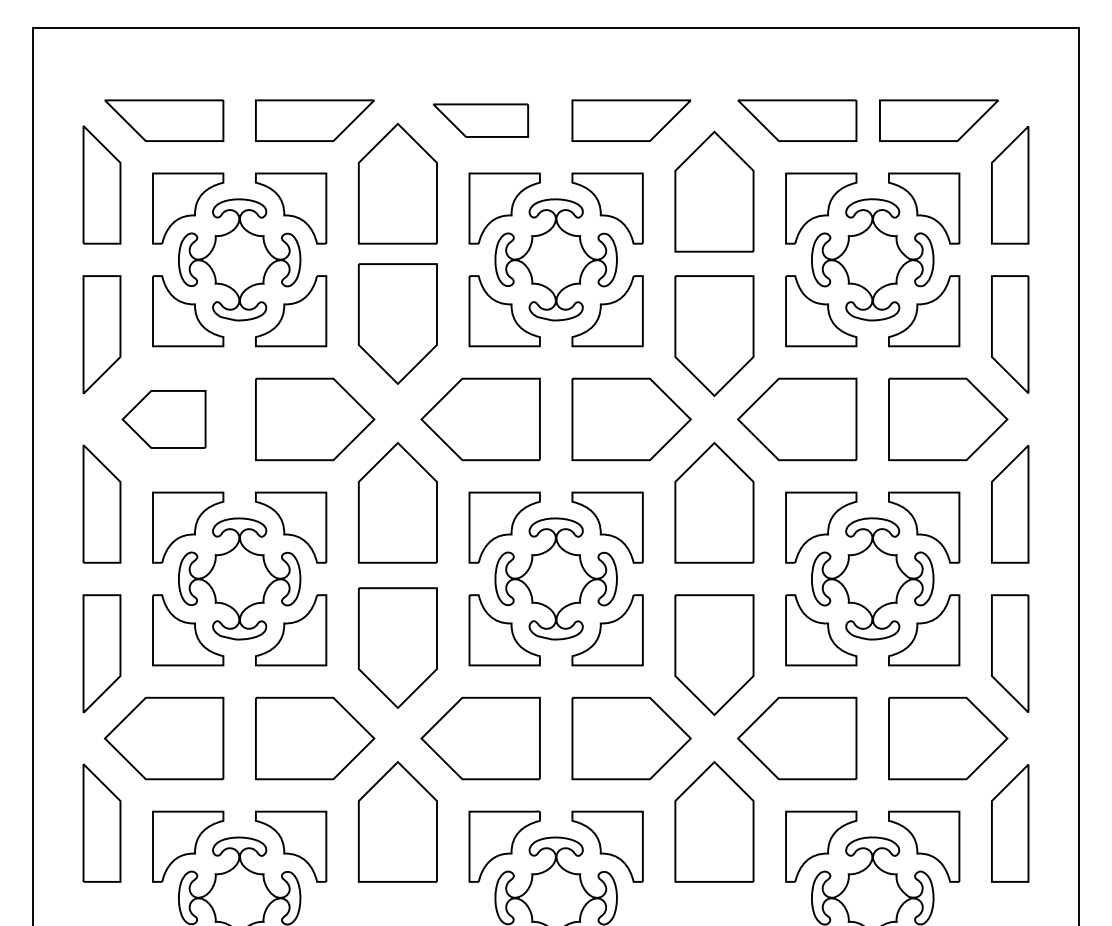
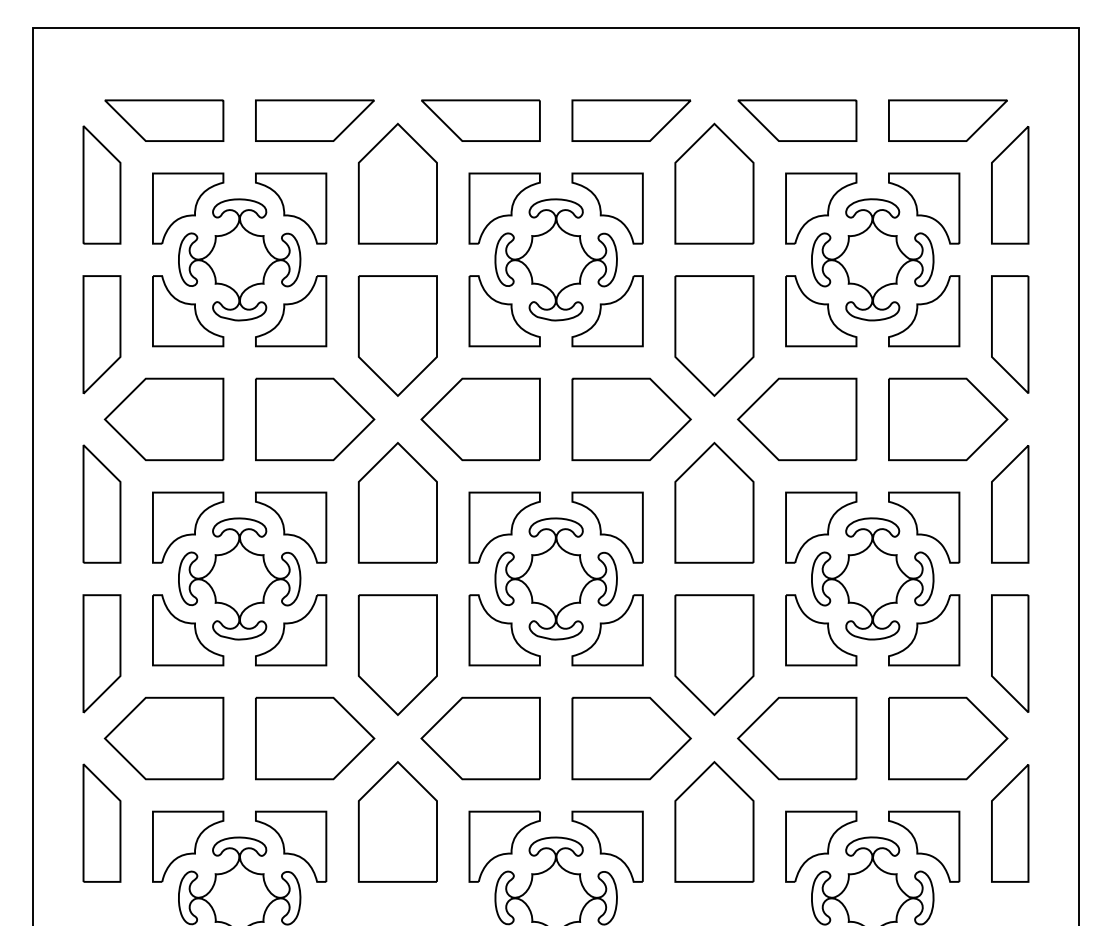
part at (480, 120) size: 96x35 px -> 120x43 px
part at (938, 120) position: (938, 120) -> (947, 120)
part at (714, 191) position: (714, 191) -> (714, 183)
part at (397, 323) position: (397, 323) -> (397, 335)
part at (163, 419) size: 86x59 px -> 122x85 px
part at (397, 647) position: (397, 647) -> (397, 654)
